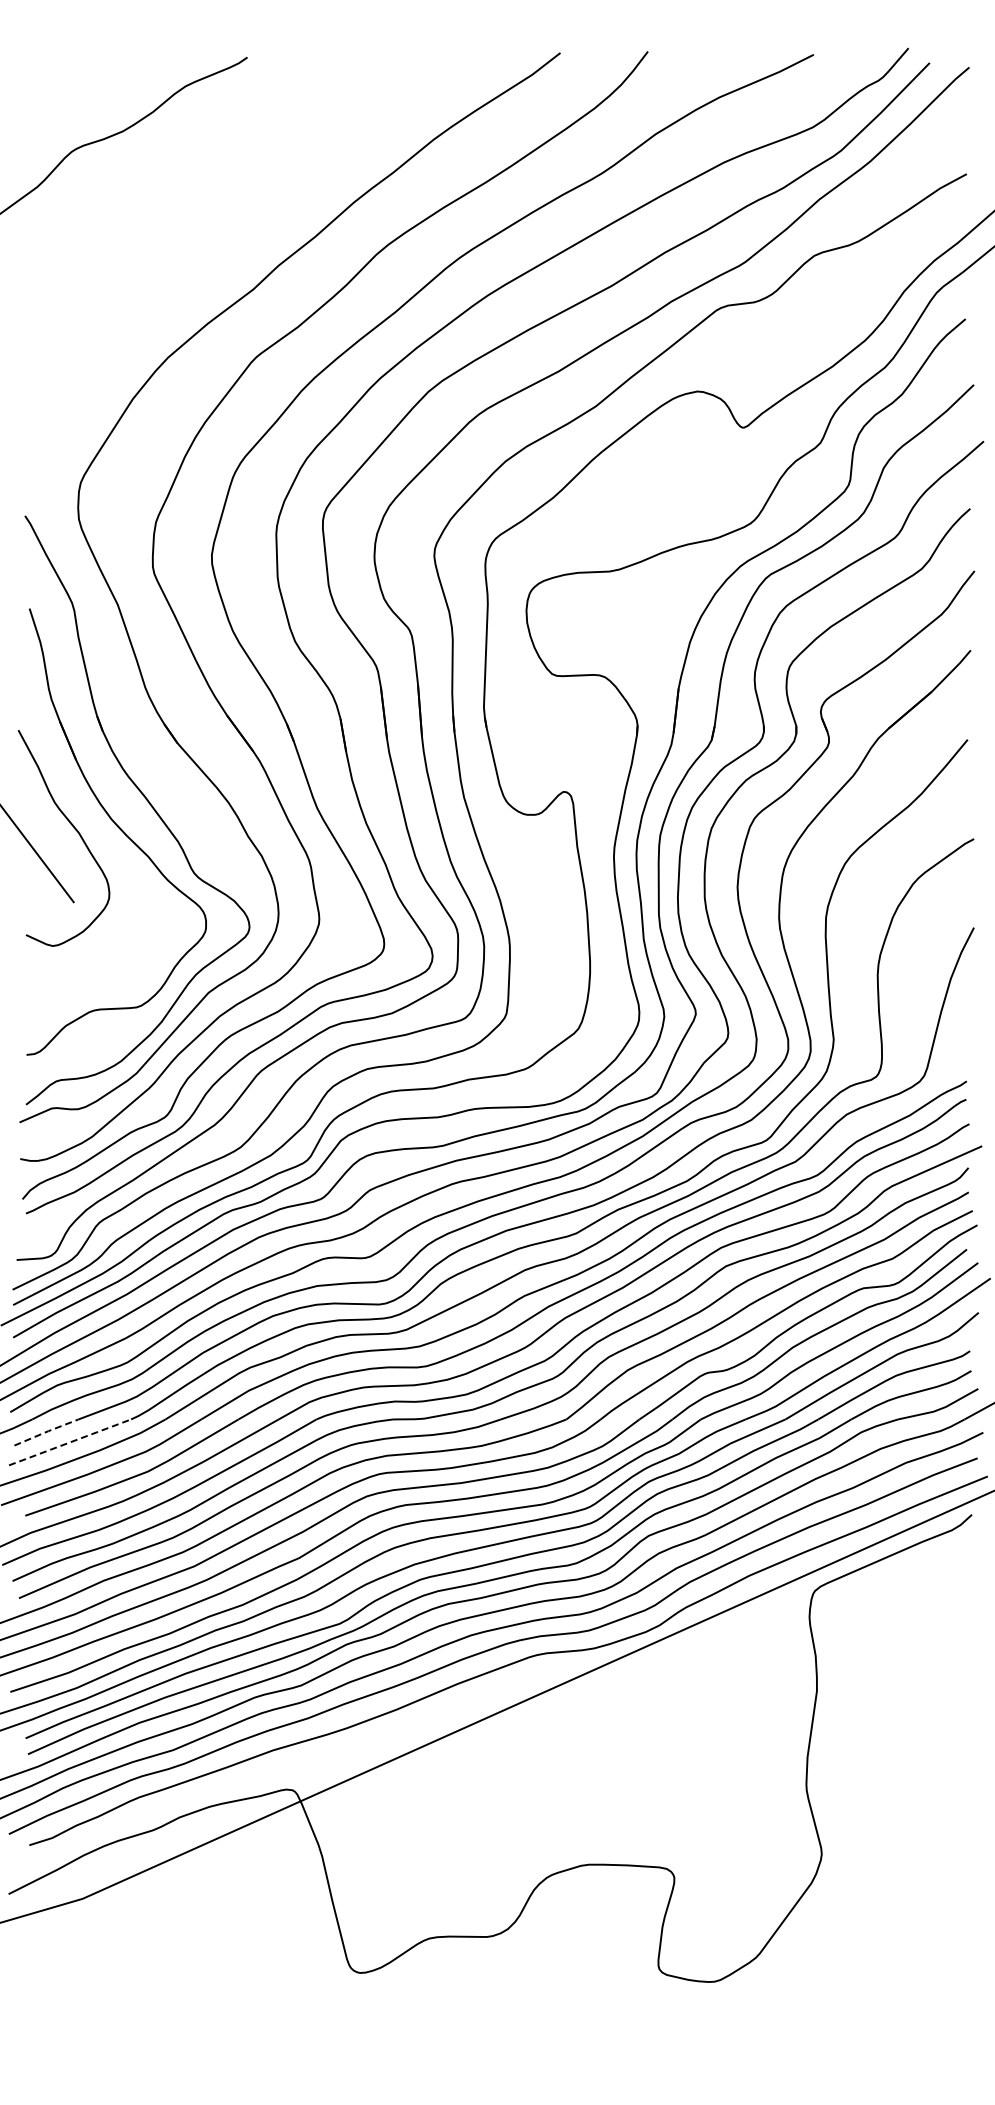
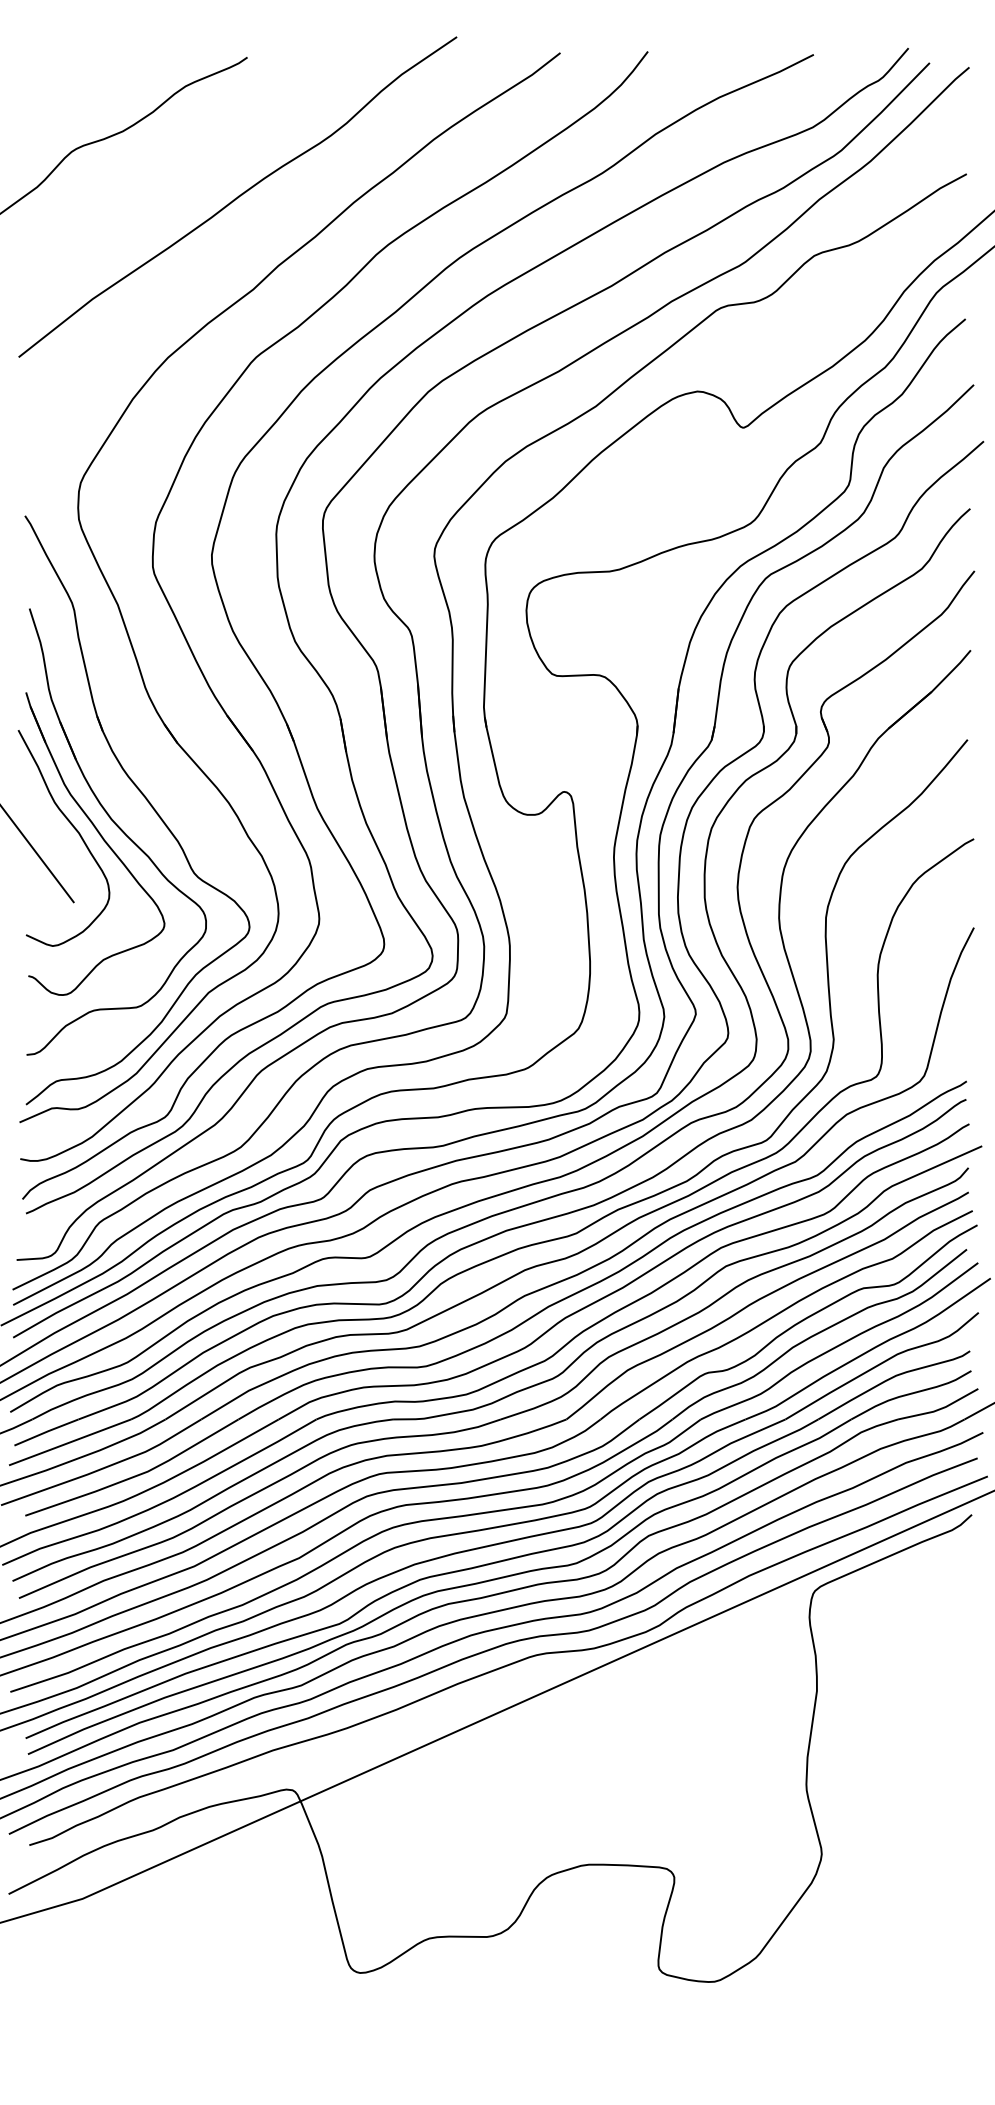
curve at (237, 196): none -> present
part at (101, 838): none -> present
line at (47, 1431): dashed -> solid
line at (70, 1442): dashed -> solid
